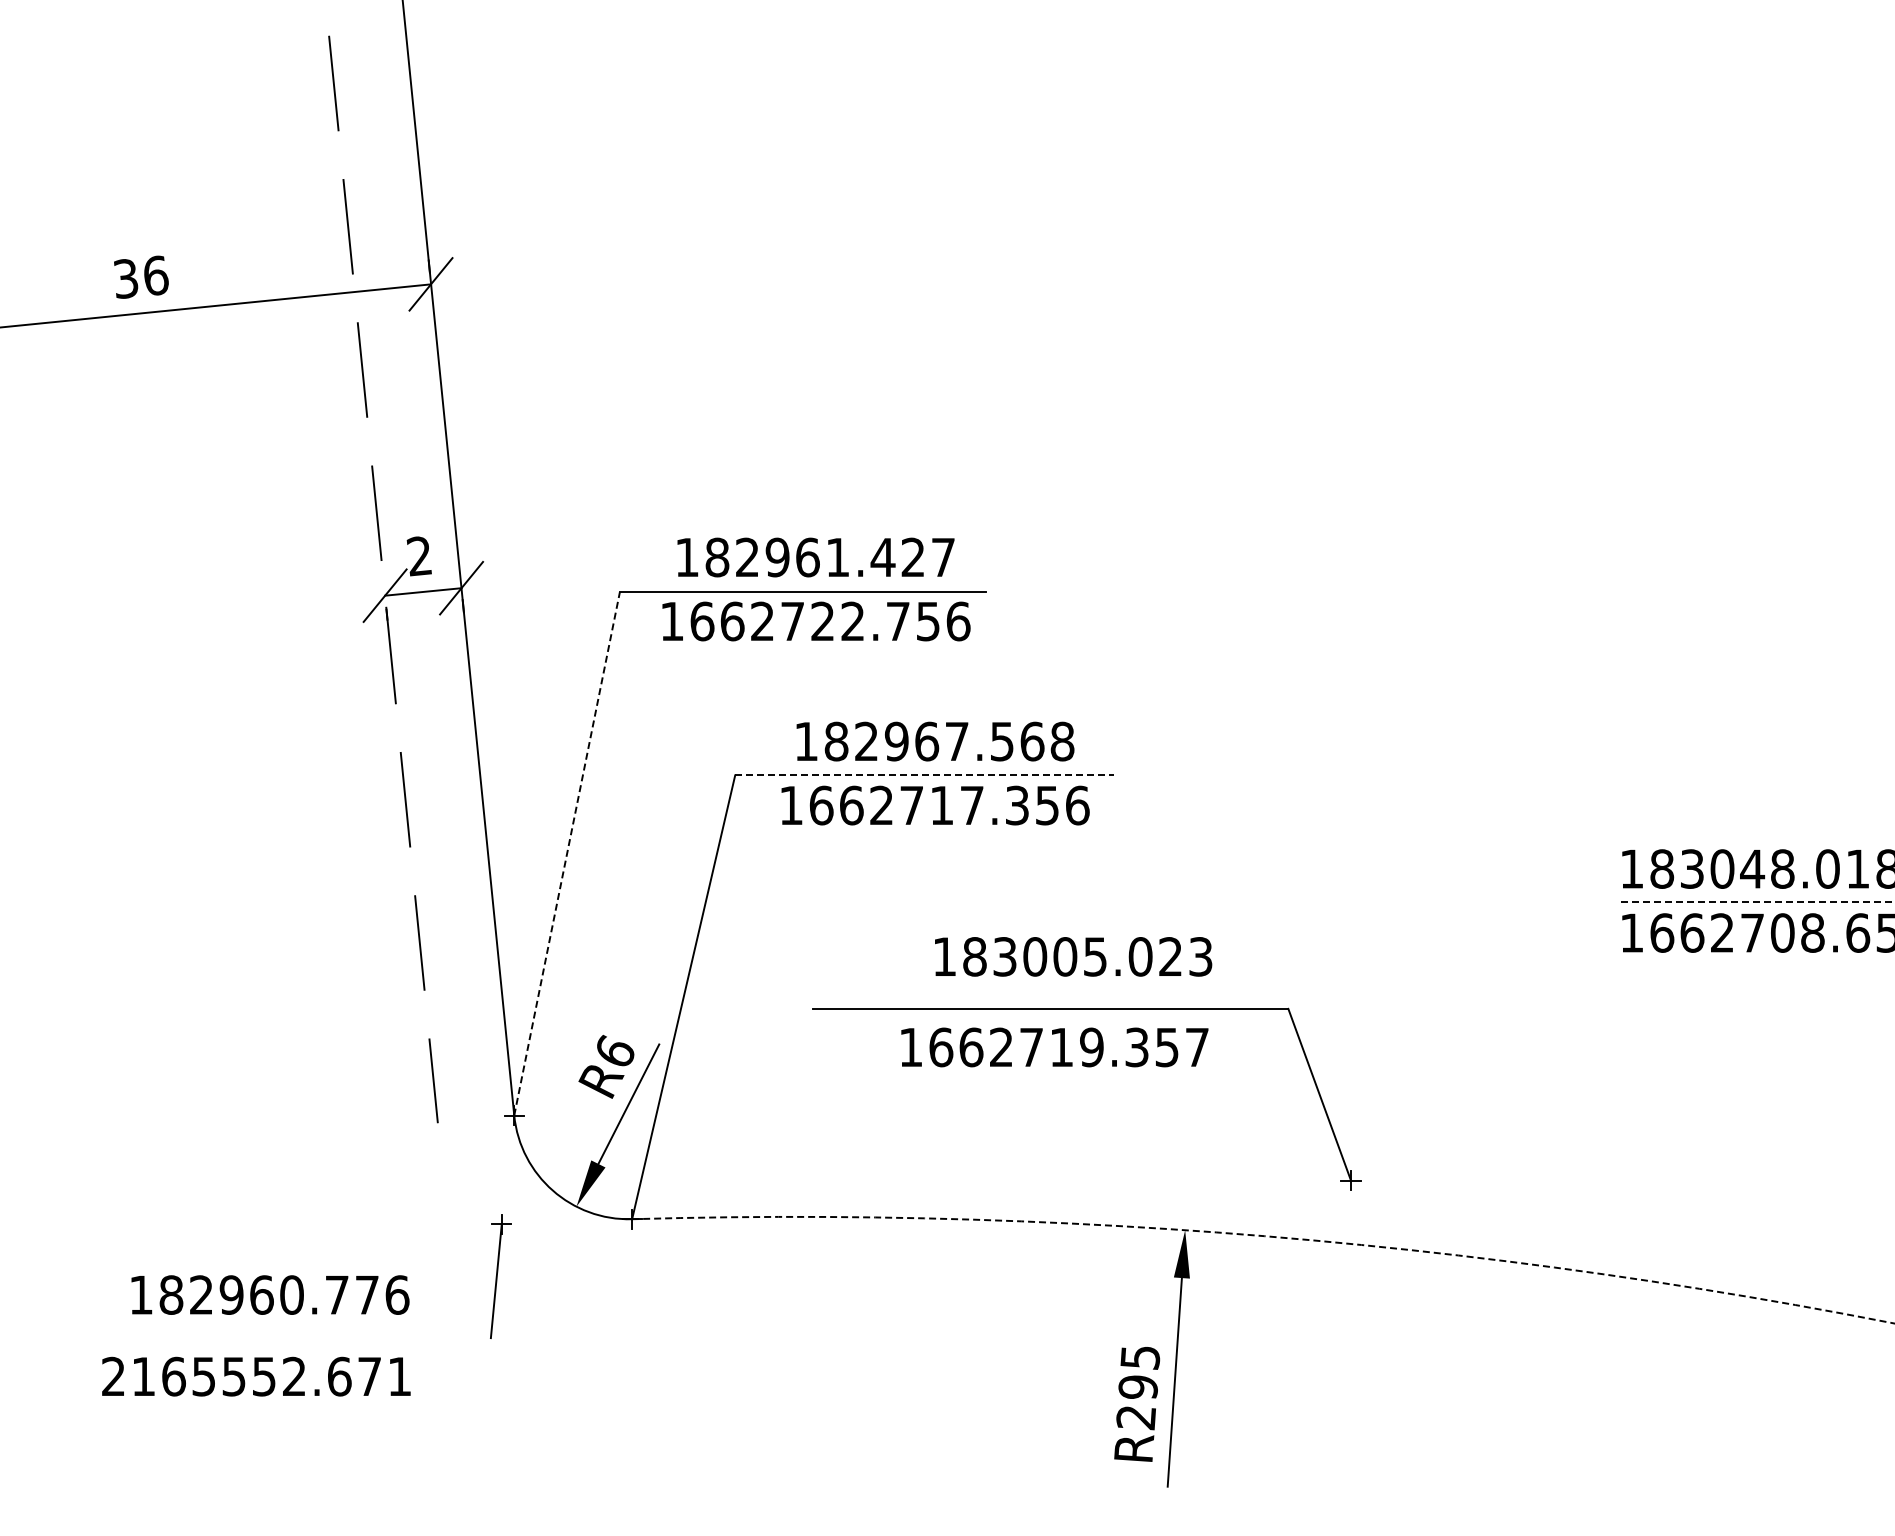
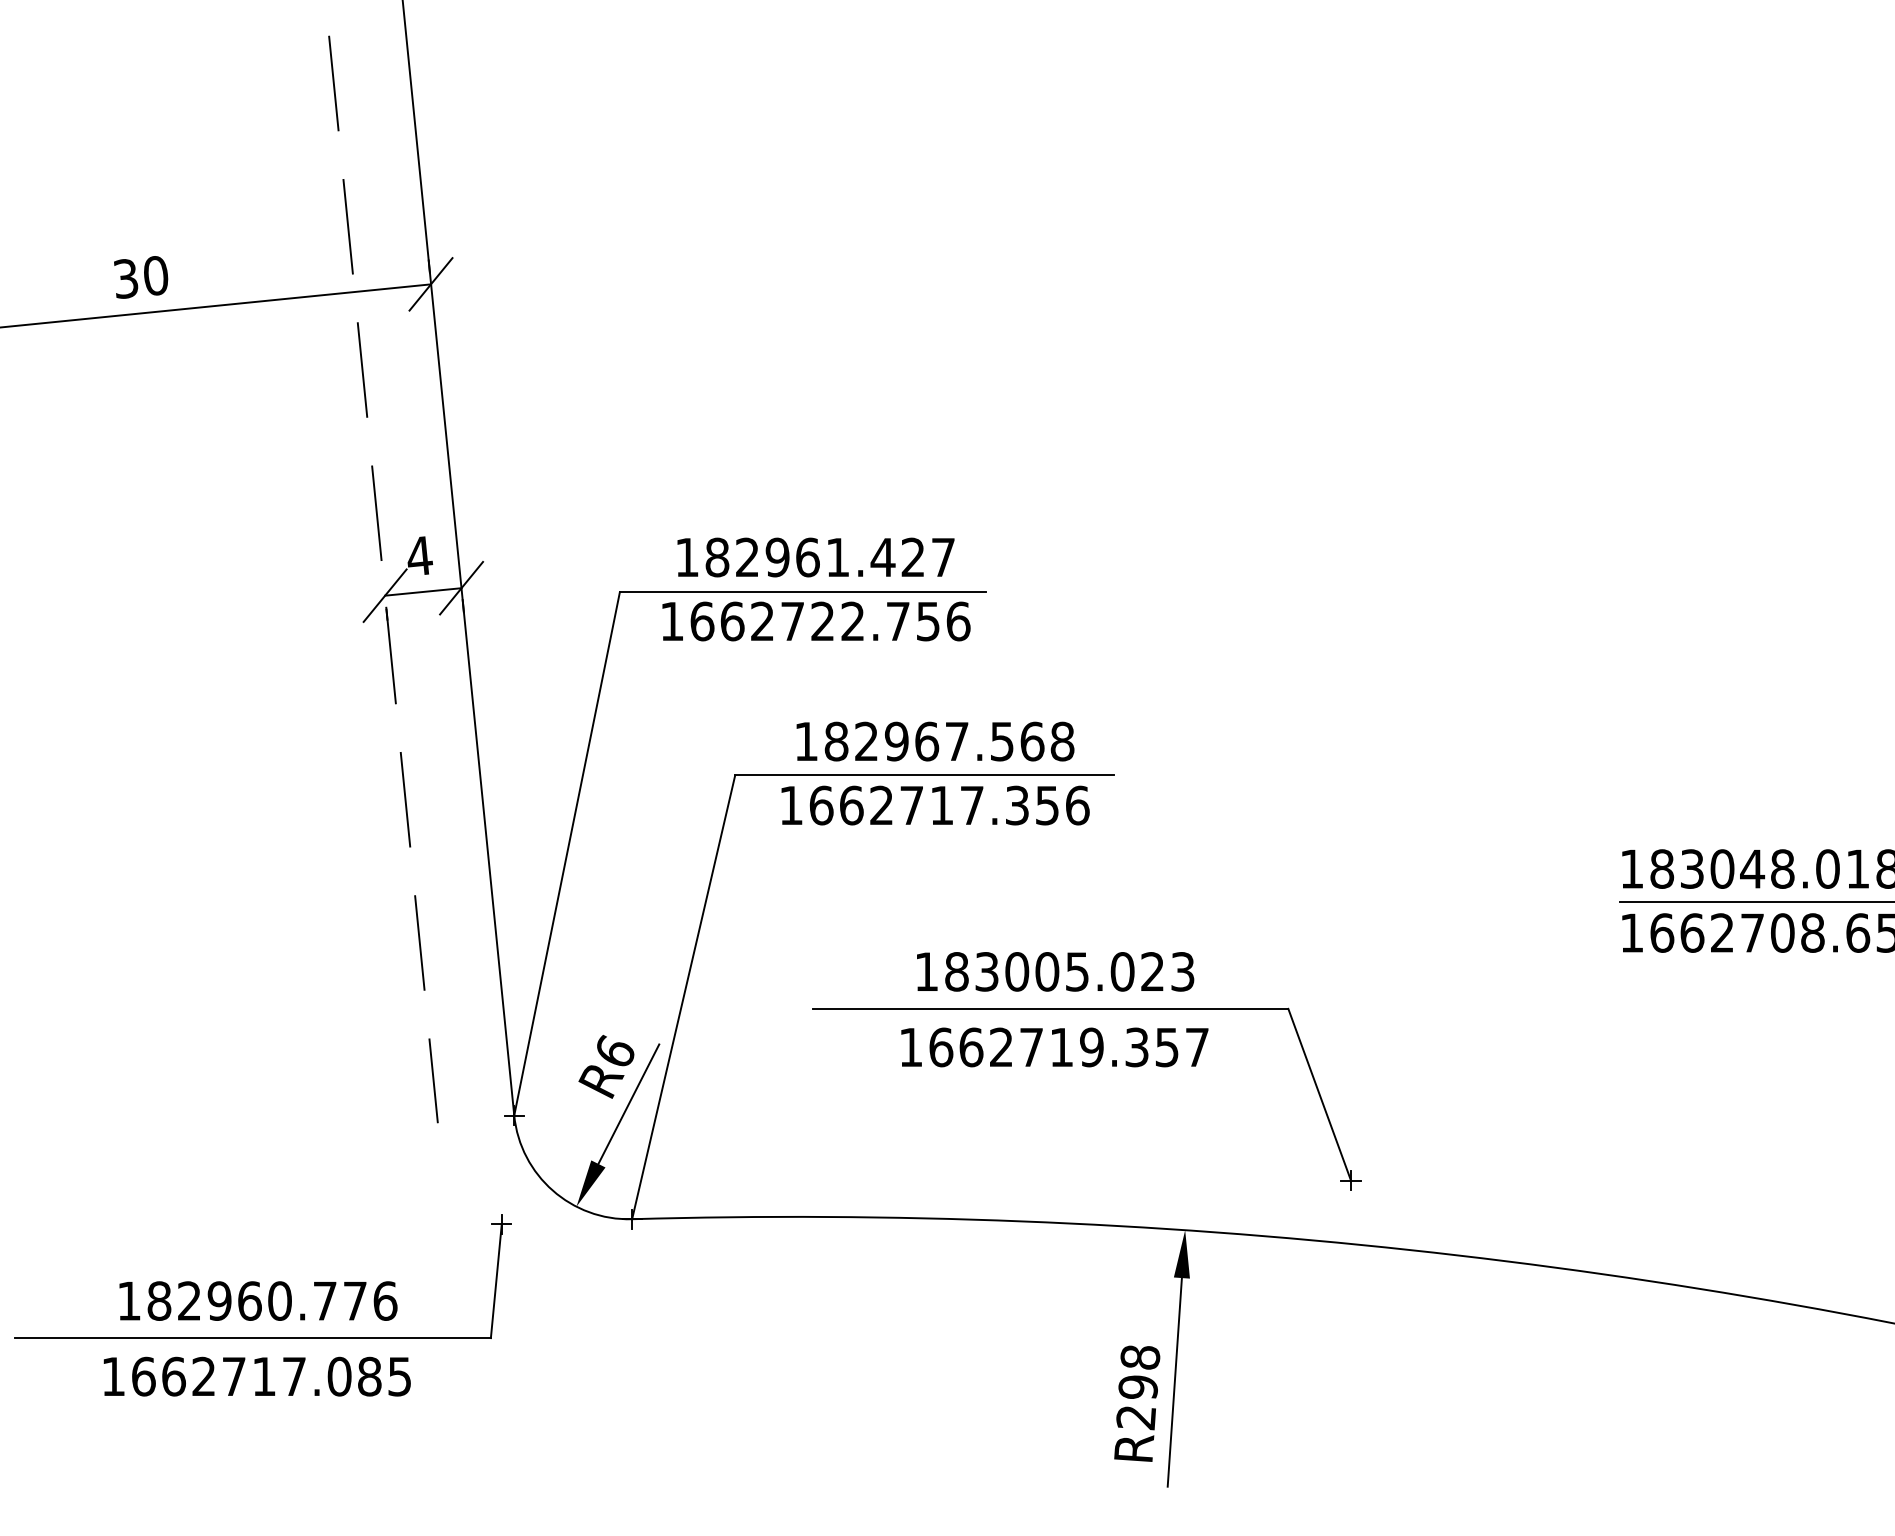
text at (156, 275): 36 -> 30
text at (419, 556): 2 -> 4
line at (924, 775): dashed -> solid
line at (567, 853): dashed -> solid
line at (1756, 901): dashed -> solid
text at (1073, 956) position: (1073, 956) -> (1055, 971)
arc at (1266, 1236): dashed -> solid
text at (270, 1294) position: (270, 1294) -> (258, 1300)
line at (252, 1338): none -> present
text at (1140, 1357): R295 -> R298
text at (256, 1376): 2165552.671 -> 1662717.085
